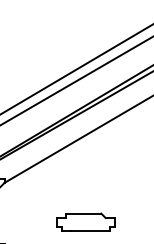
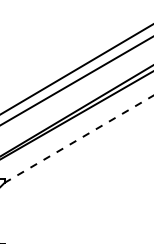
line at (78, 139): solid -> dashed
part at (85, 221): present -> none
